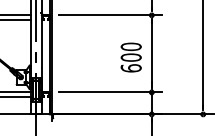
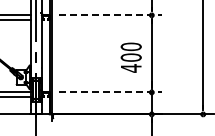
line at (111, 15): solid -> dashed
text at (130, 68): 600 -> 400
line at (111, 92): solid -> dashed
